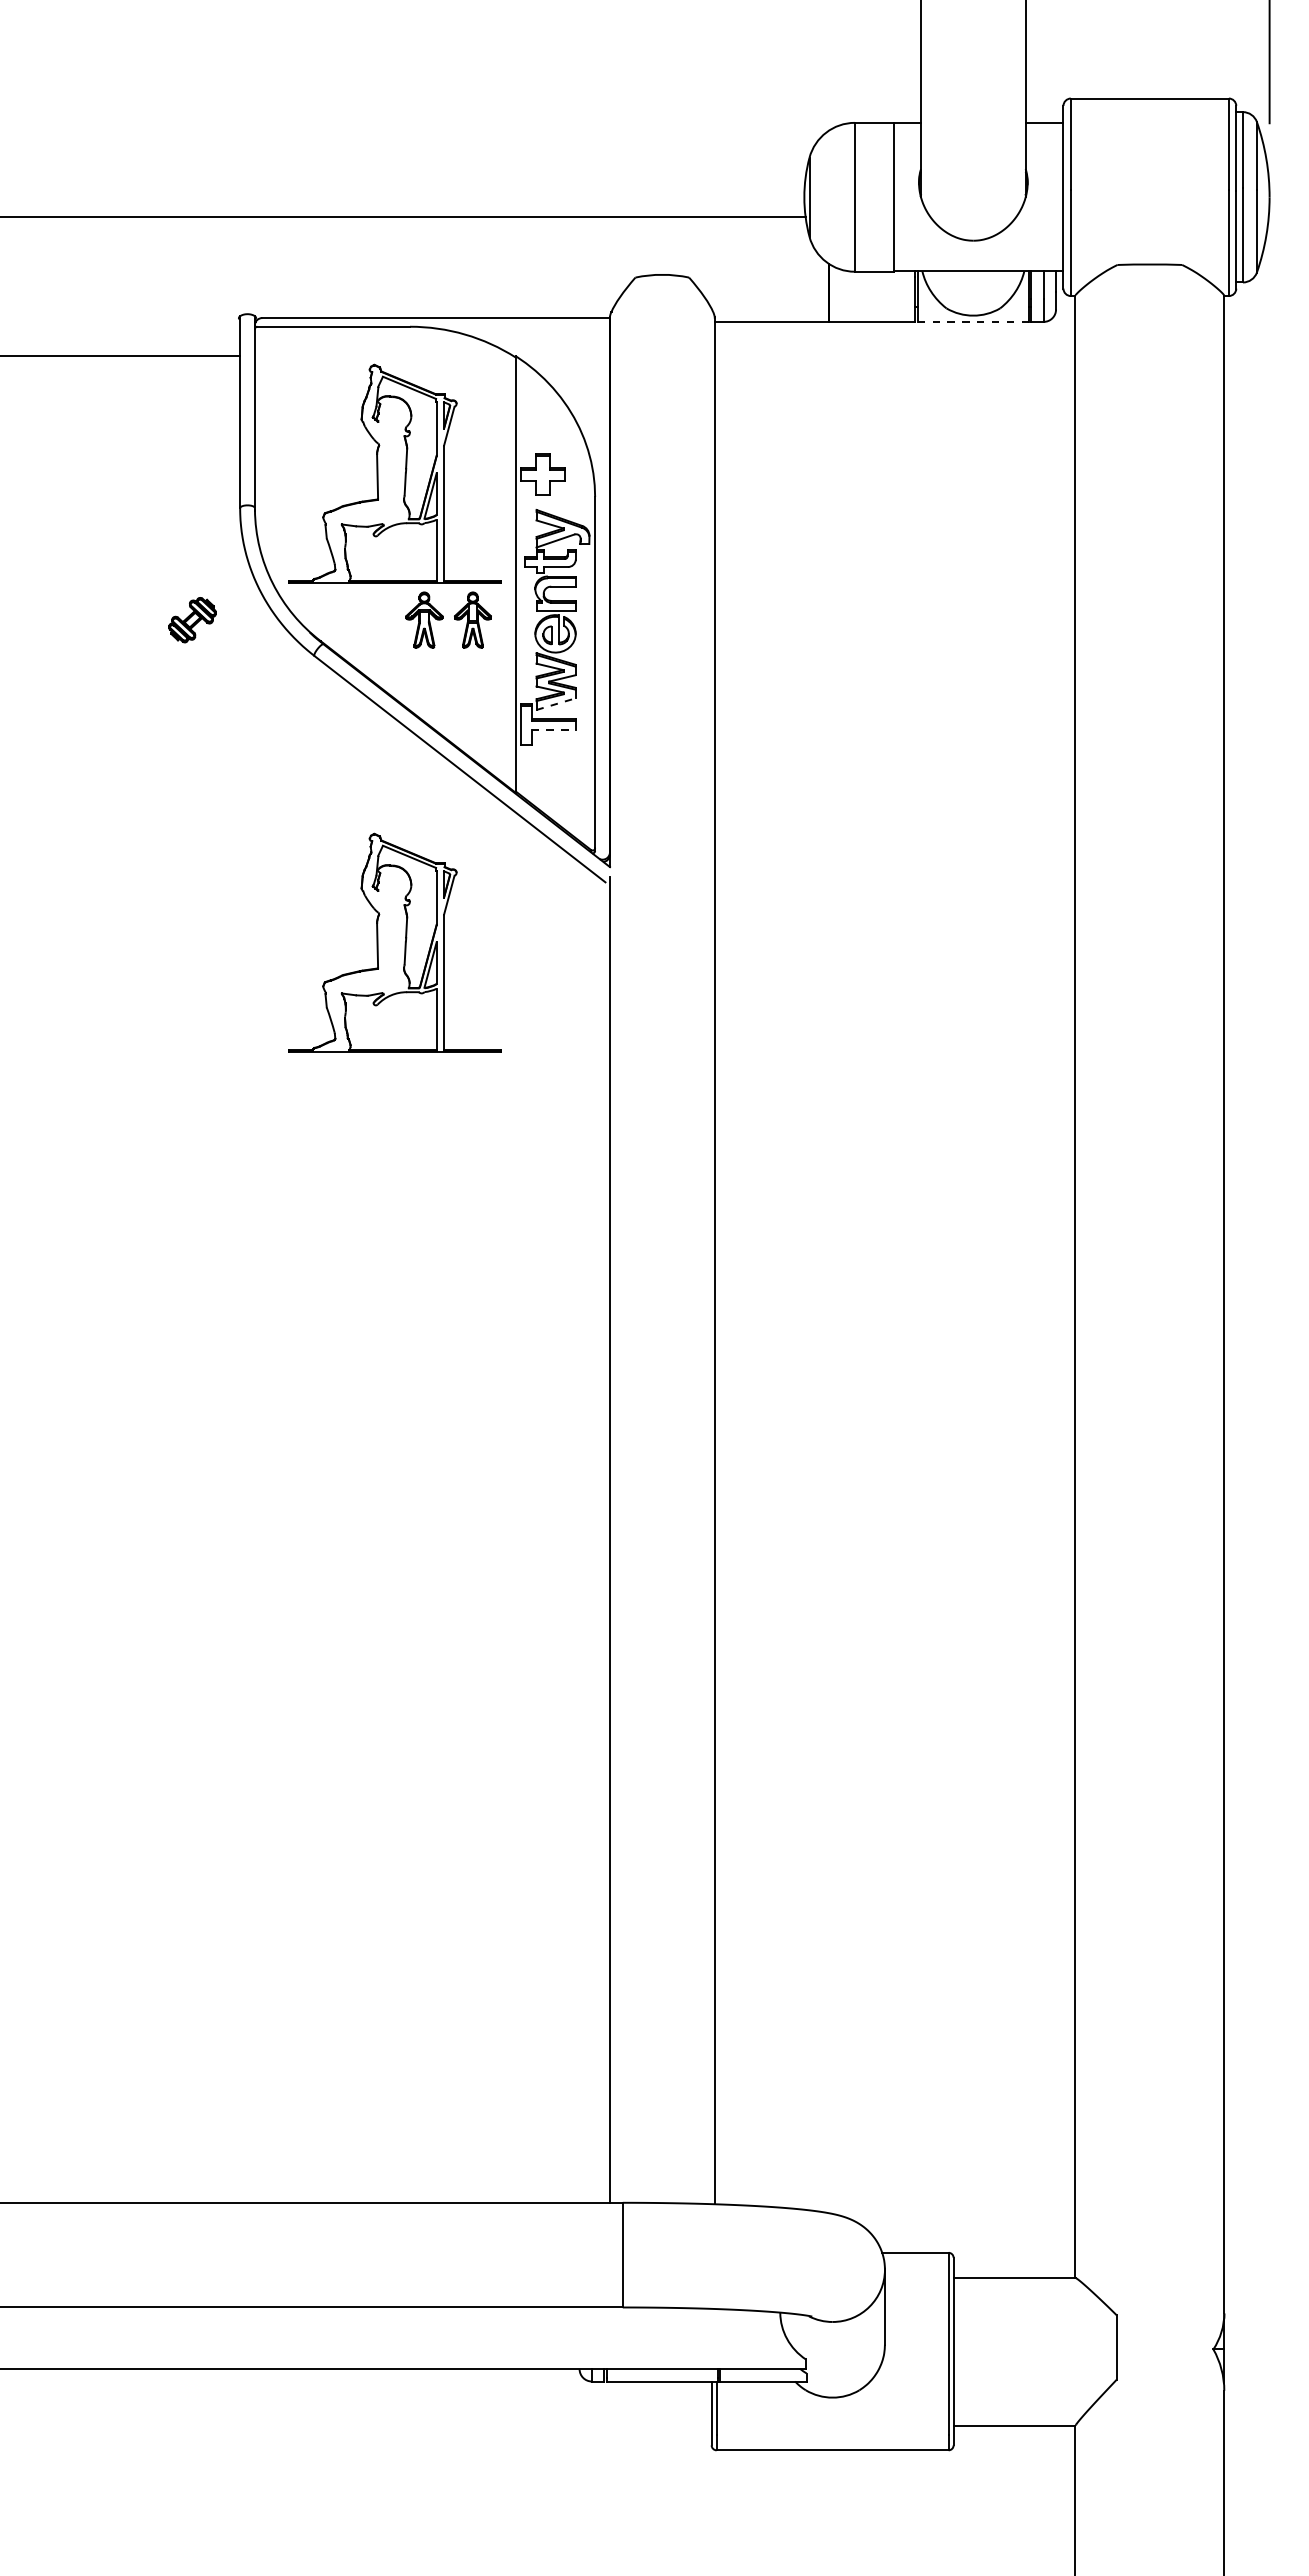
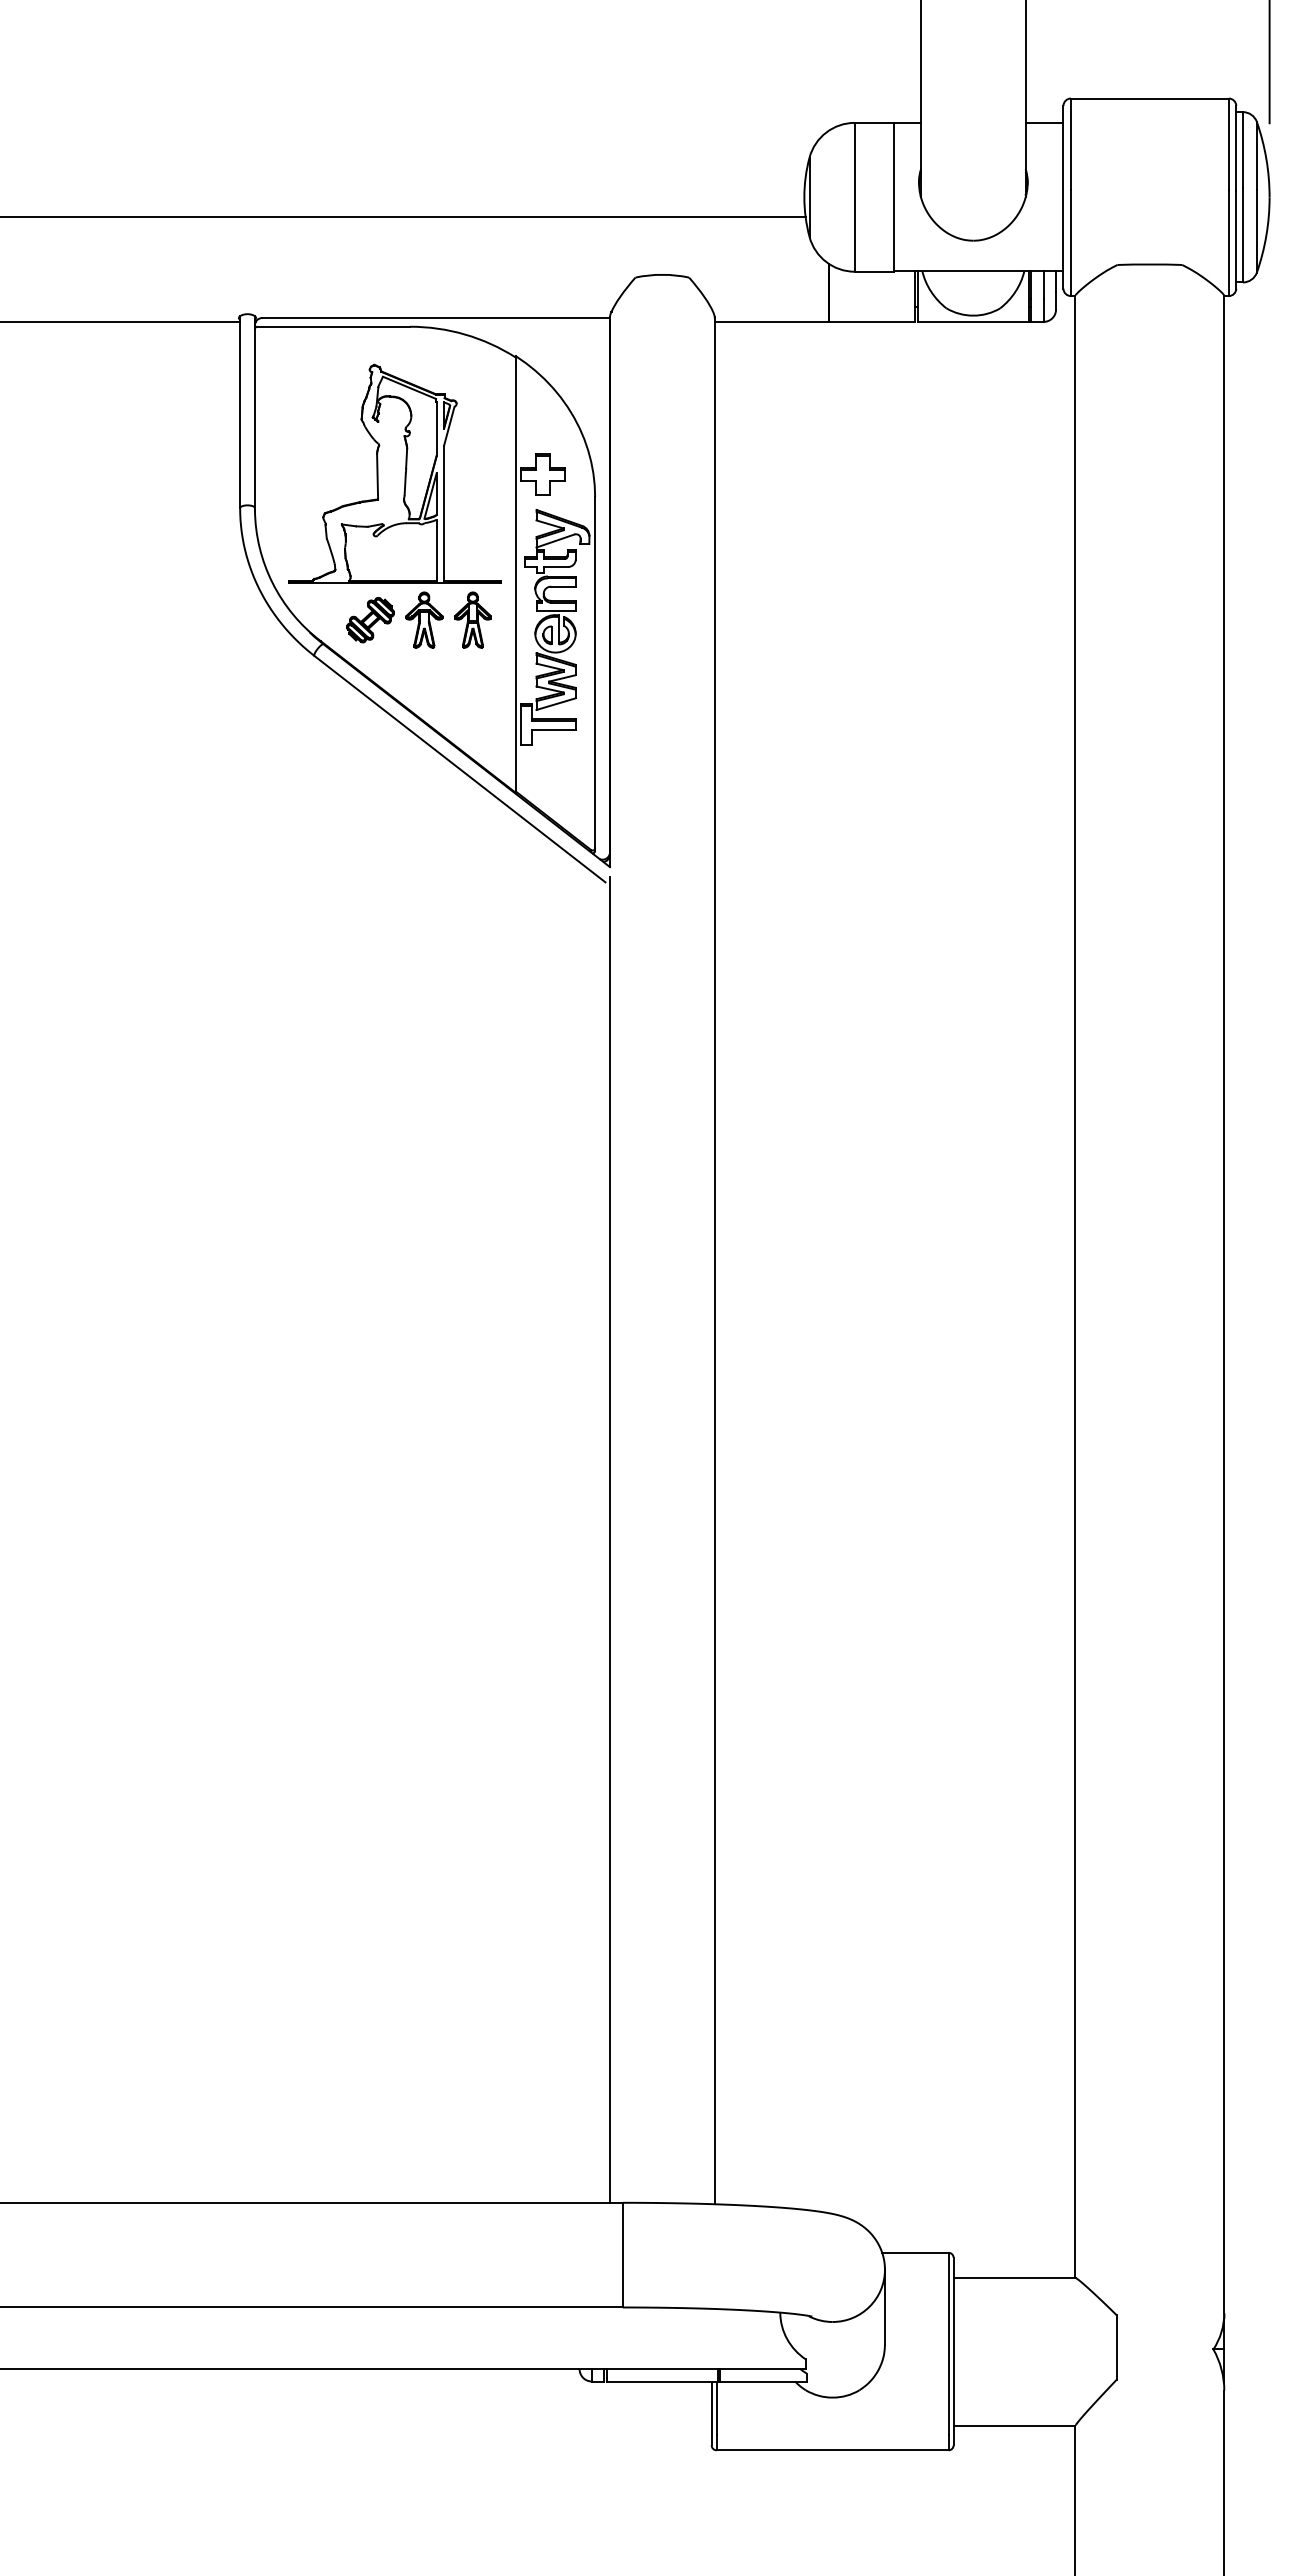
line at (973, 321): dashed -> solid
line at (121, 355) position: (121, 355) -> (121, 321)
part at (192, 620) position: (192, 620) -> (370, 620)
line at (556, 703): dashed -> solid
line at (554, 730): dashed -> solid
part at (394, 942): present -> none
